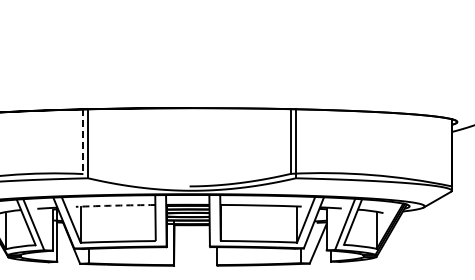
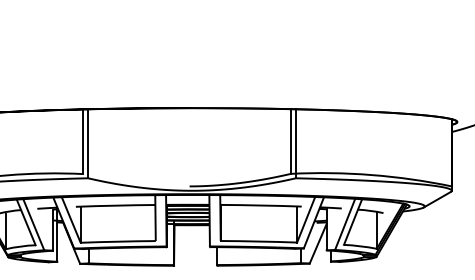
line at (83, 142): dashed -> solid
arc at (115, 205): dashed -> solid
